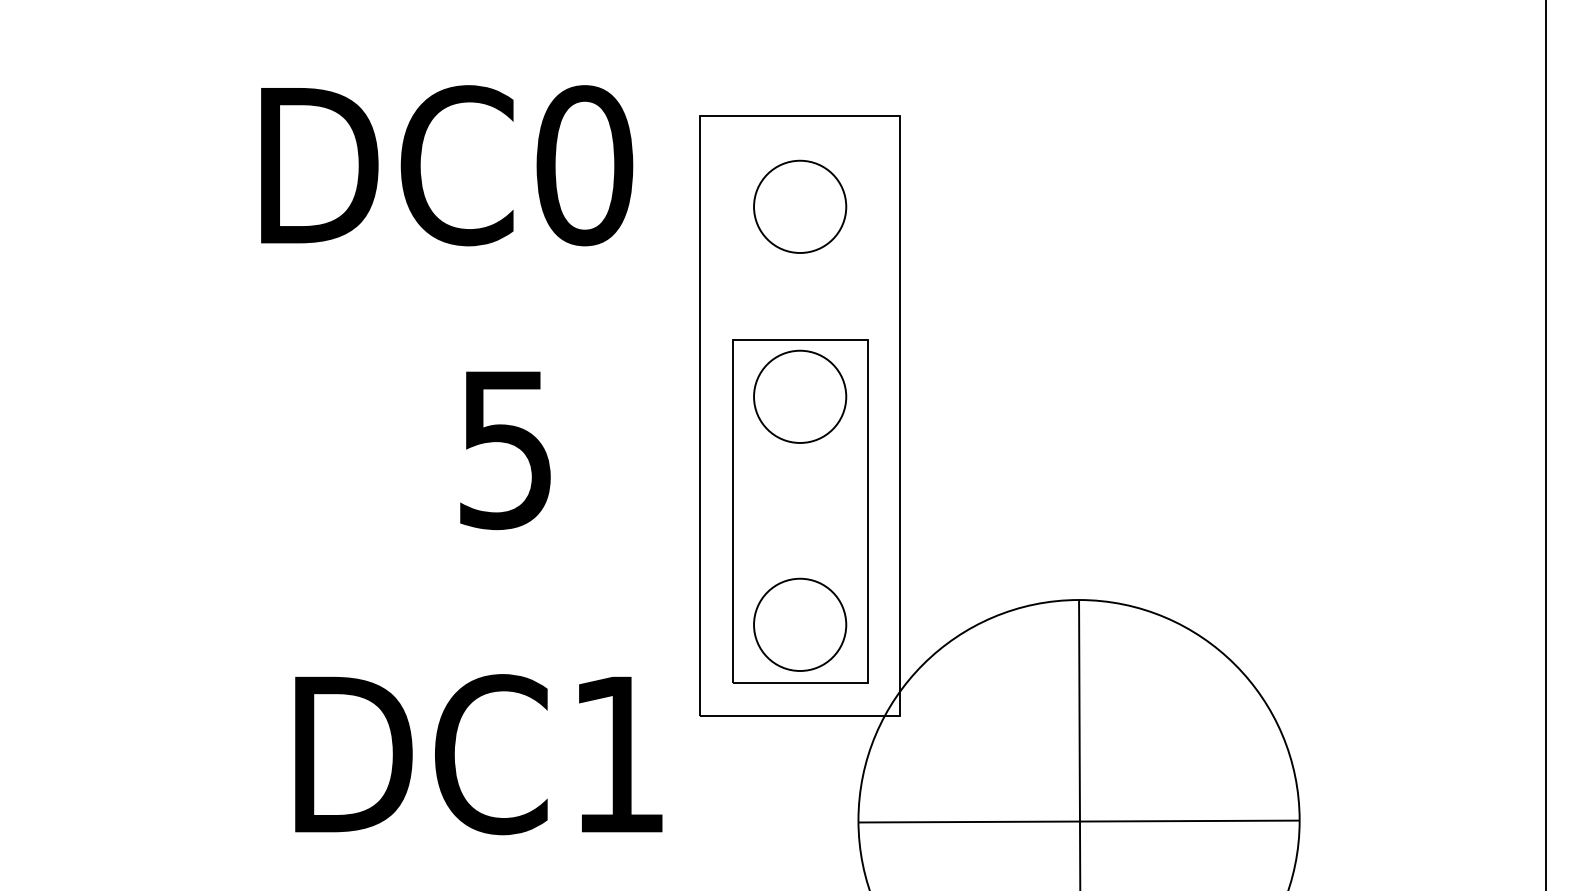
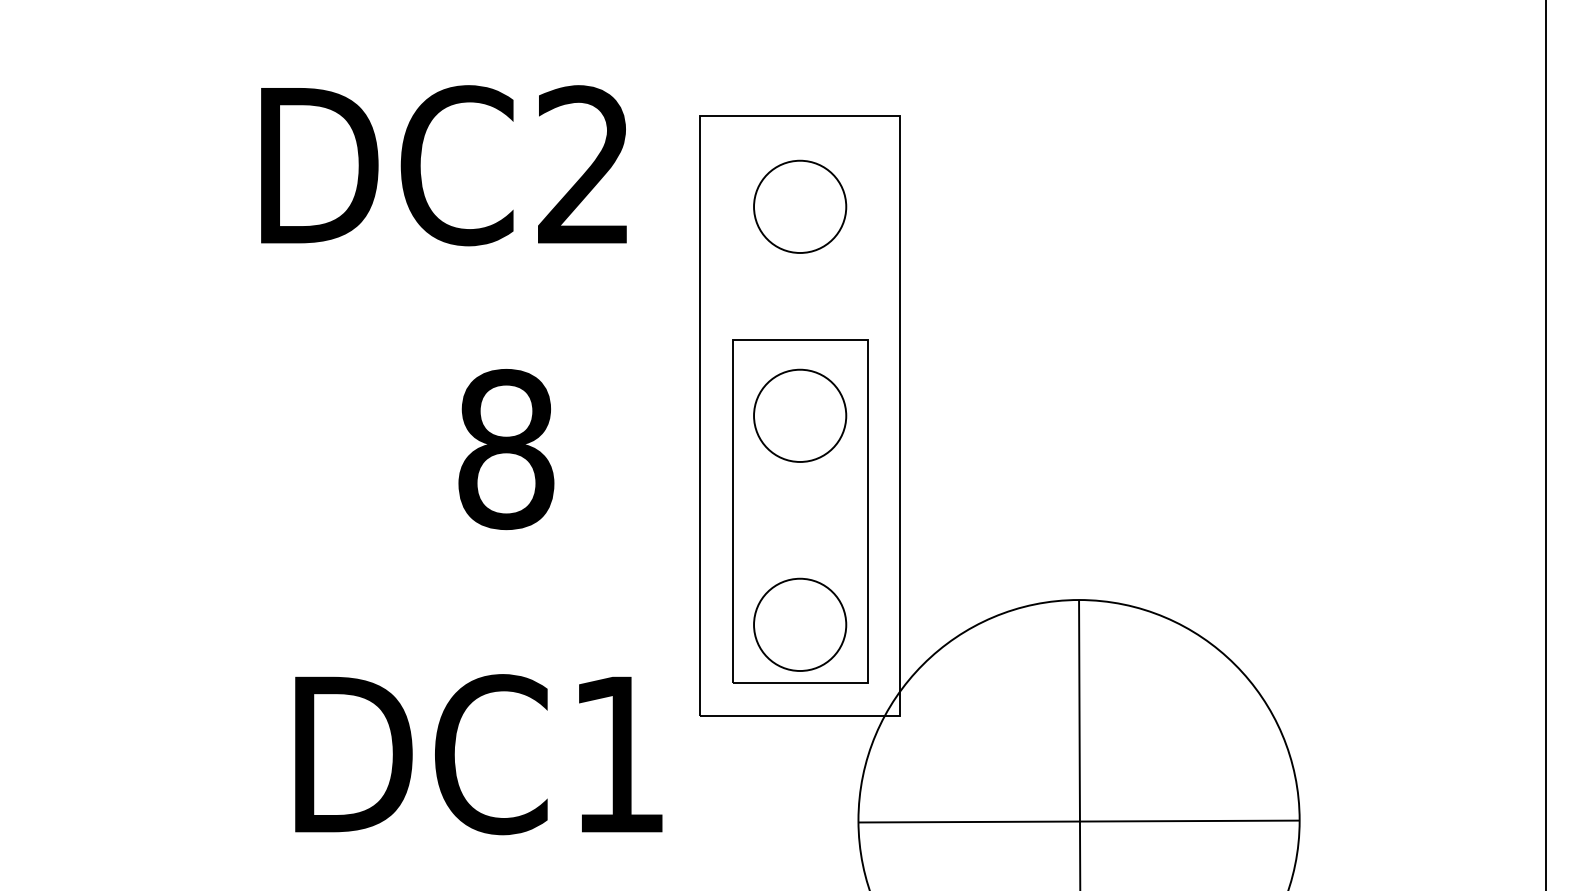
text at (584, 165): DC0 -> DC2
part at (800, 396) position: (800, 396) -> (800, 415)
text at (506, 449): 5 -> 8
